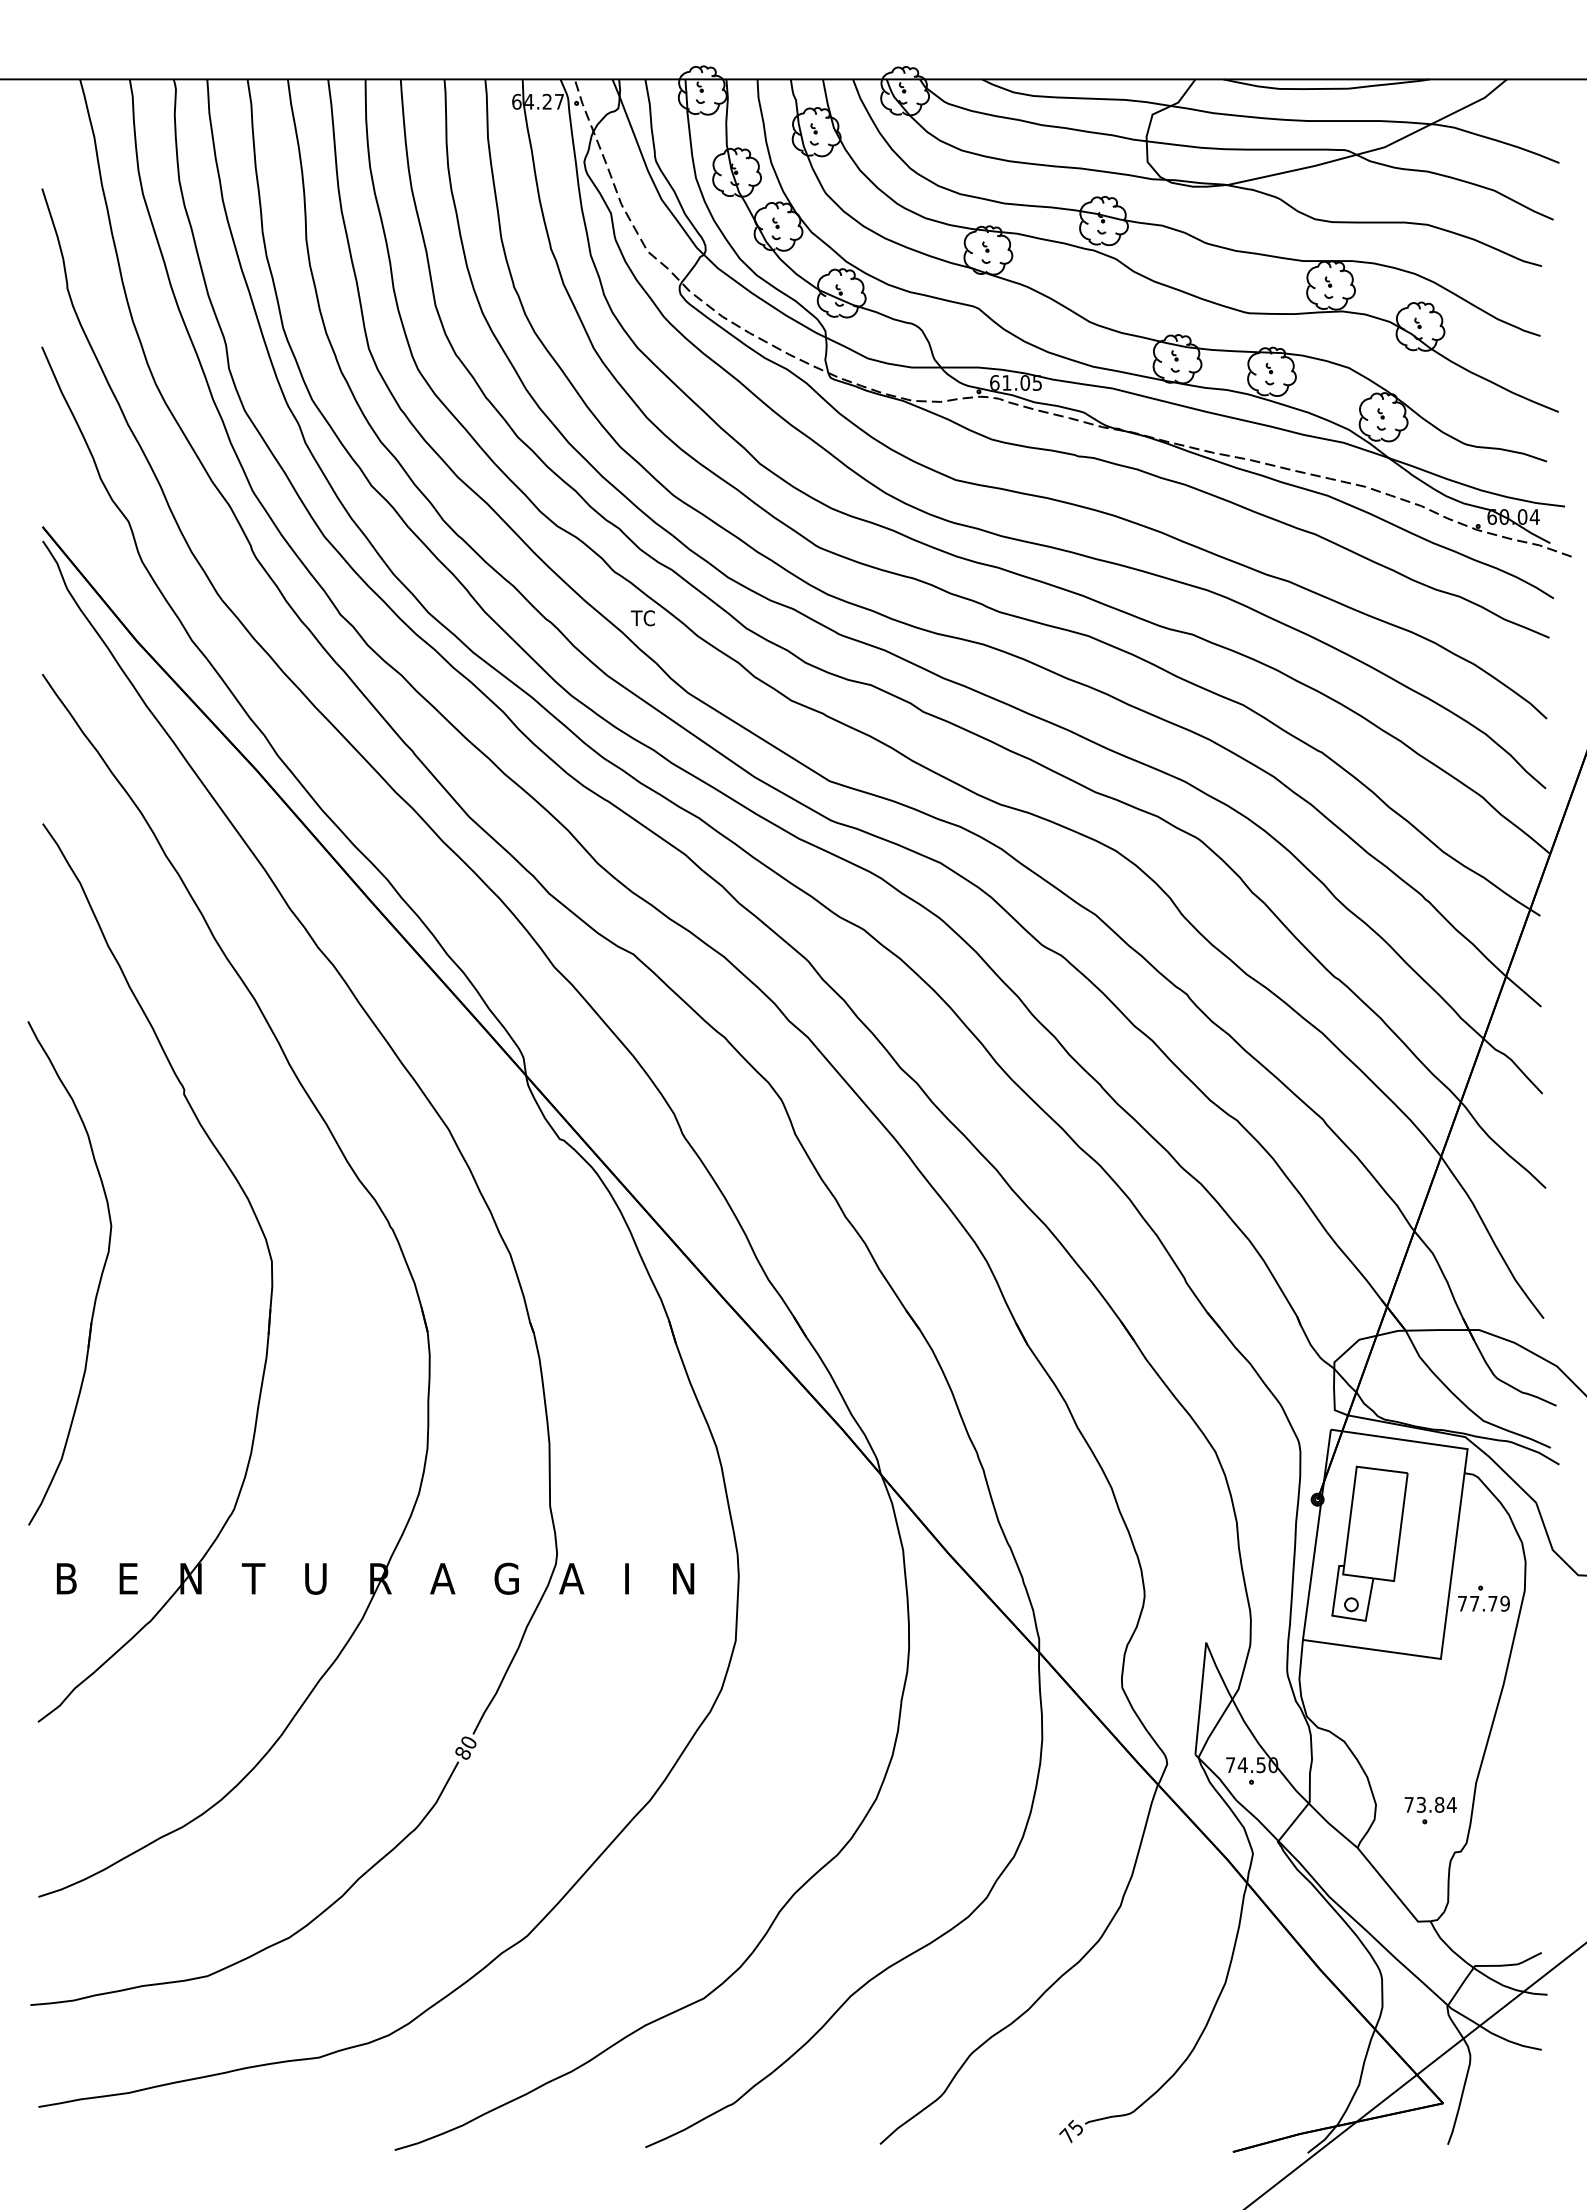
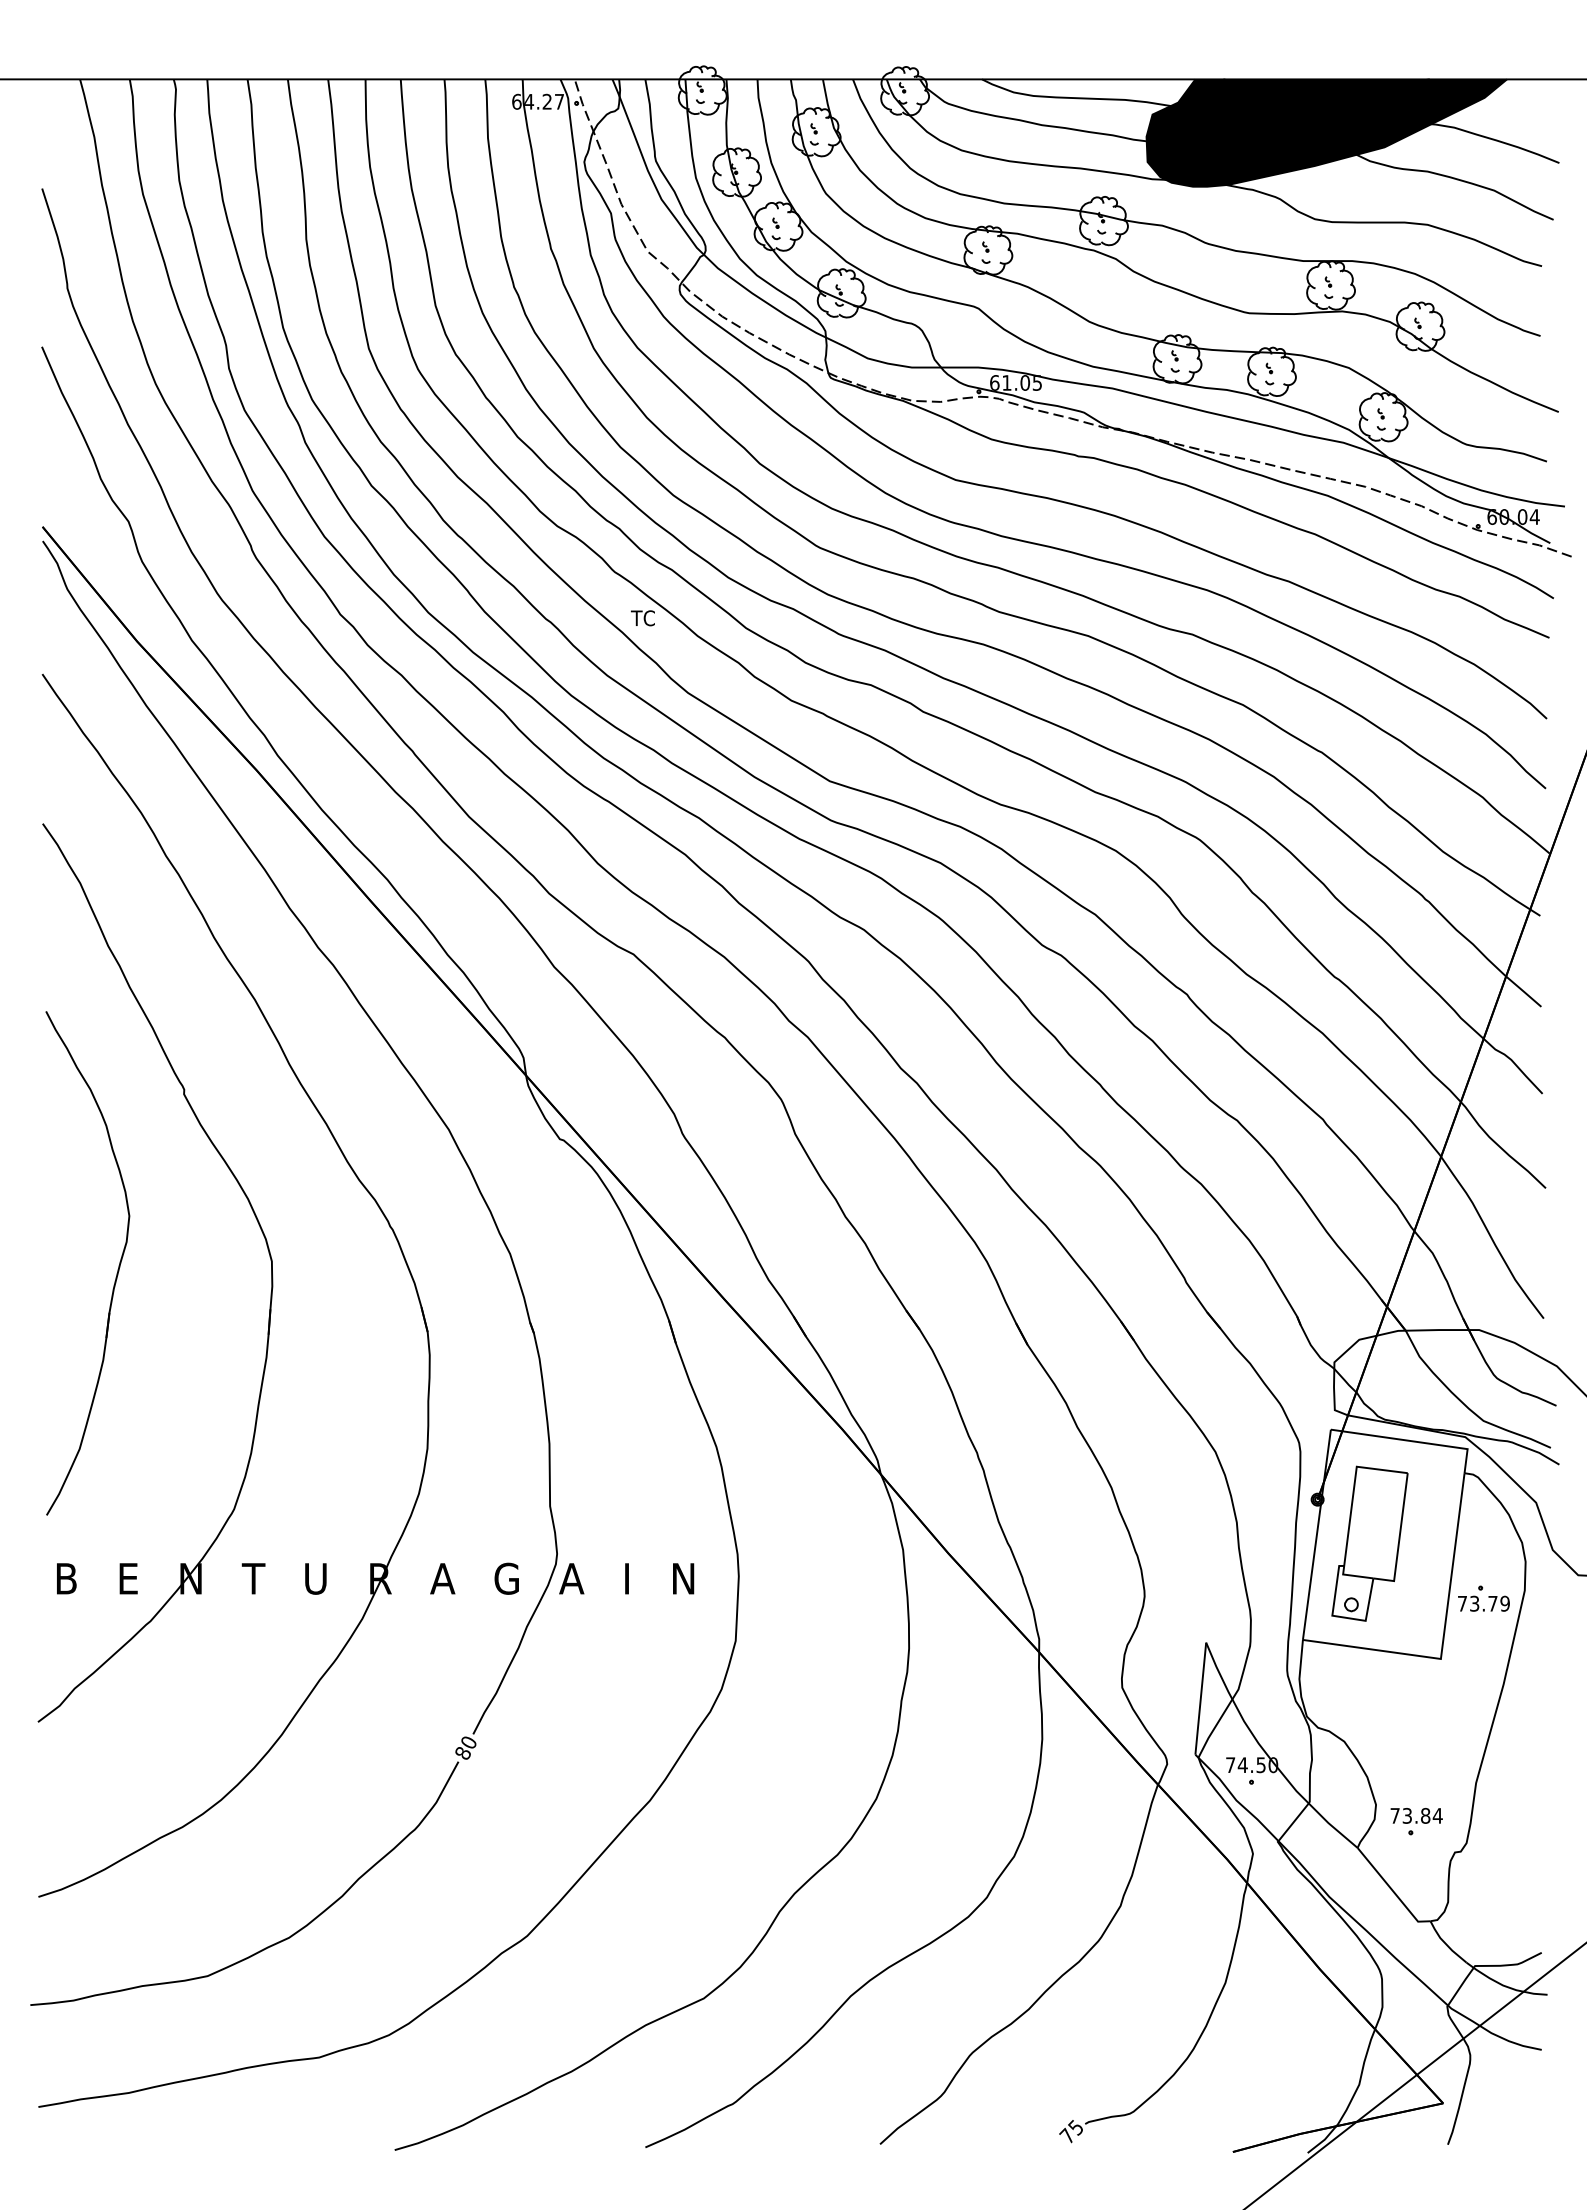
fill at (1326, 132): none -> present
part at (99, 1279) position: (99, 1279) -> (117, 1269)
text at (1474, 1603): 77.79 -> 73.79
part at (1430, 1810) position: (1430, 1810) -> (1416, 1821)
